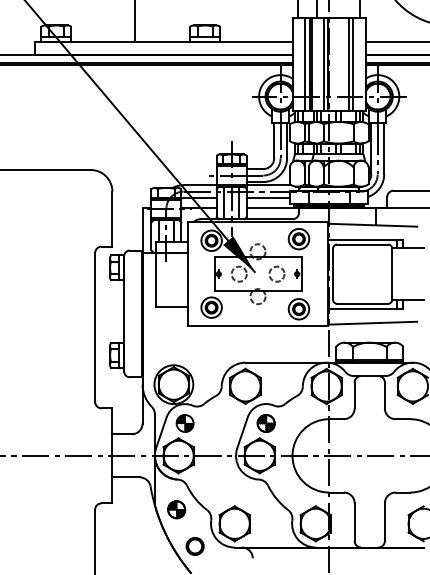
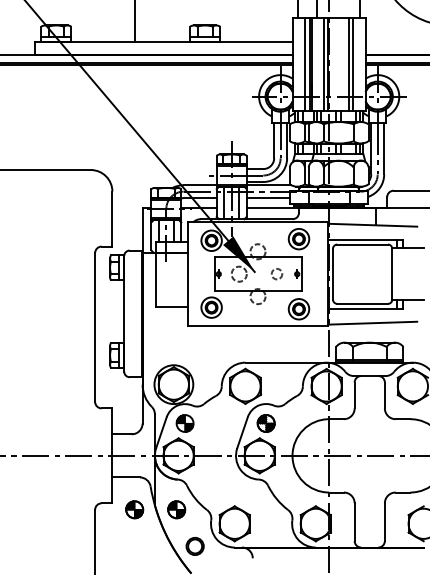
line at (395, 41): present -> none
circle at (276, 273) size: 18x18 px -> 14x13 px
part at (134, 509): none -> present
